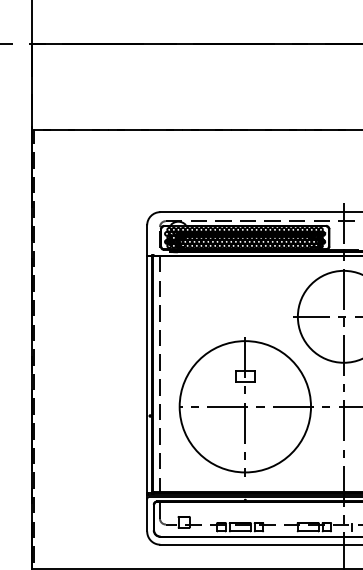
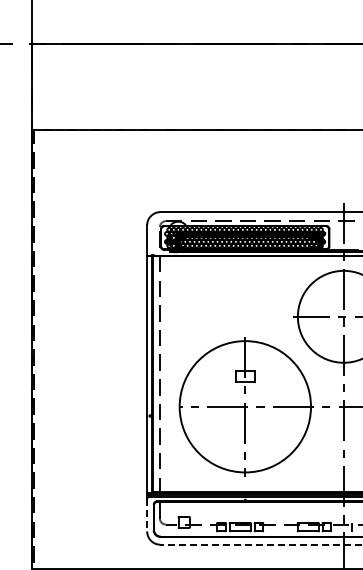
line at (147, 514): solid -> dashed
line at (261, 544): solid -> dashed
